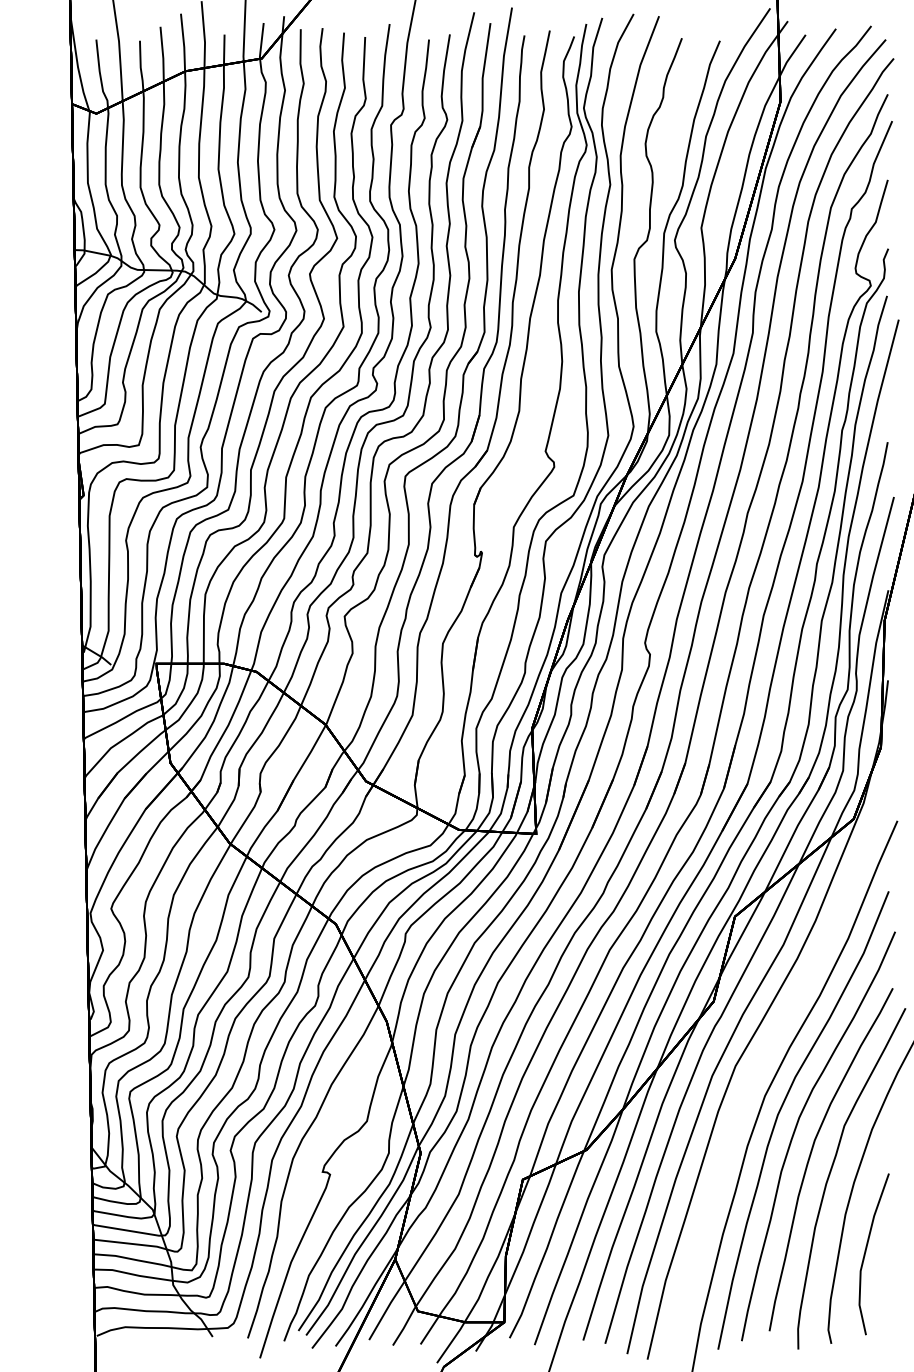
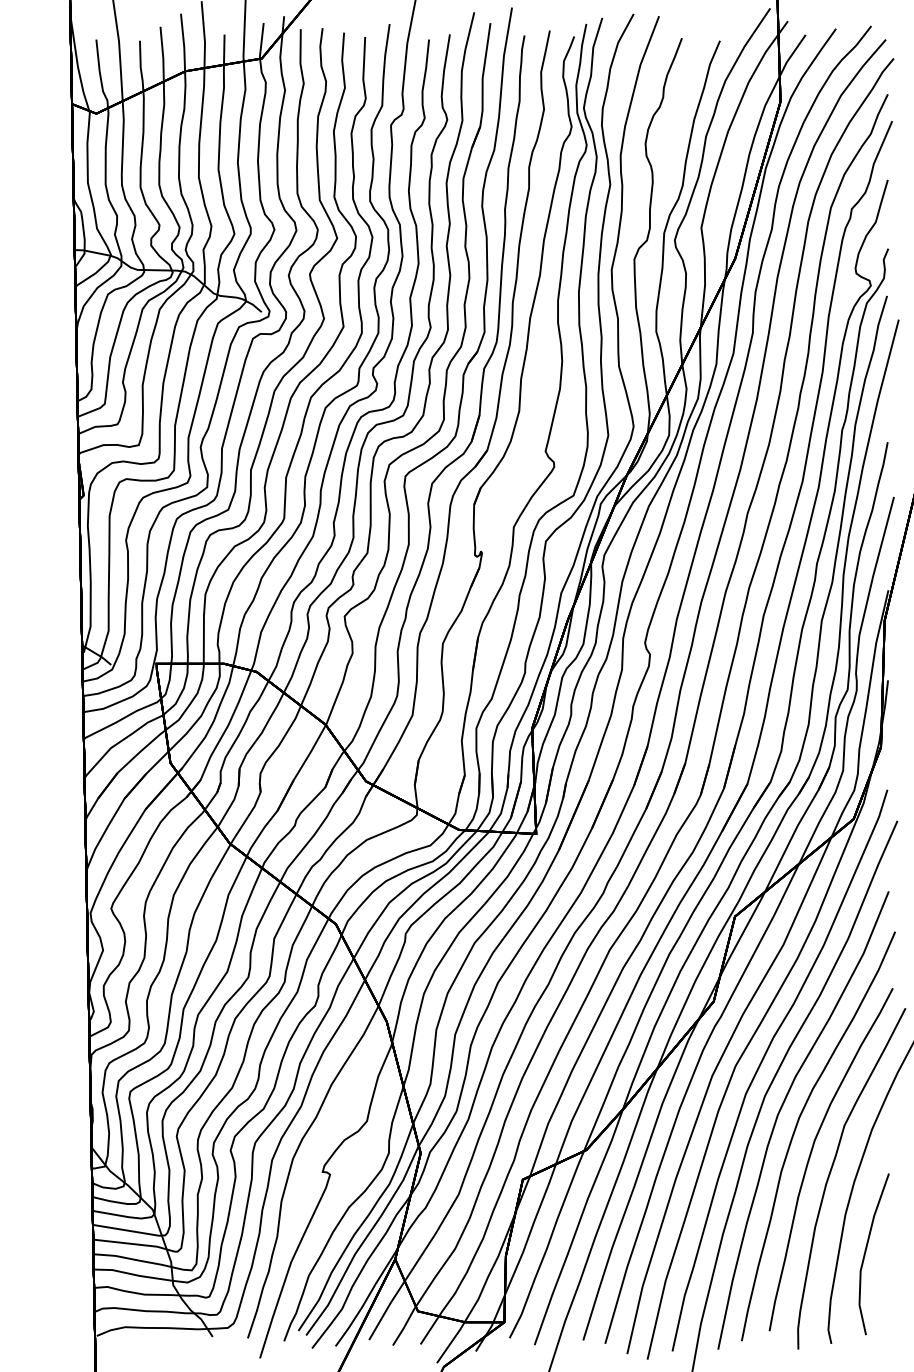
curve at (762, 1062): none -> present
